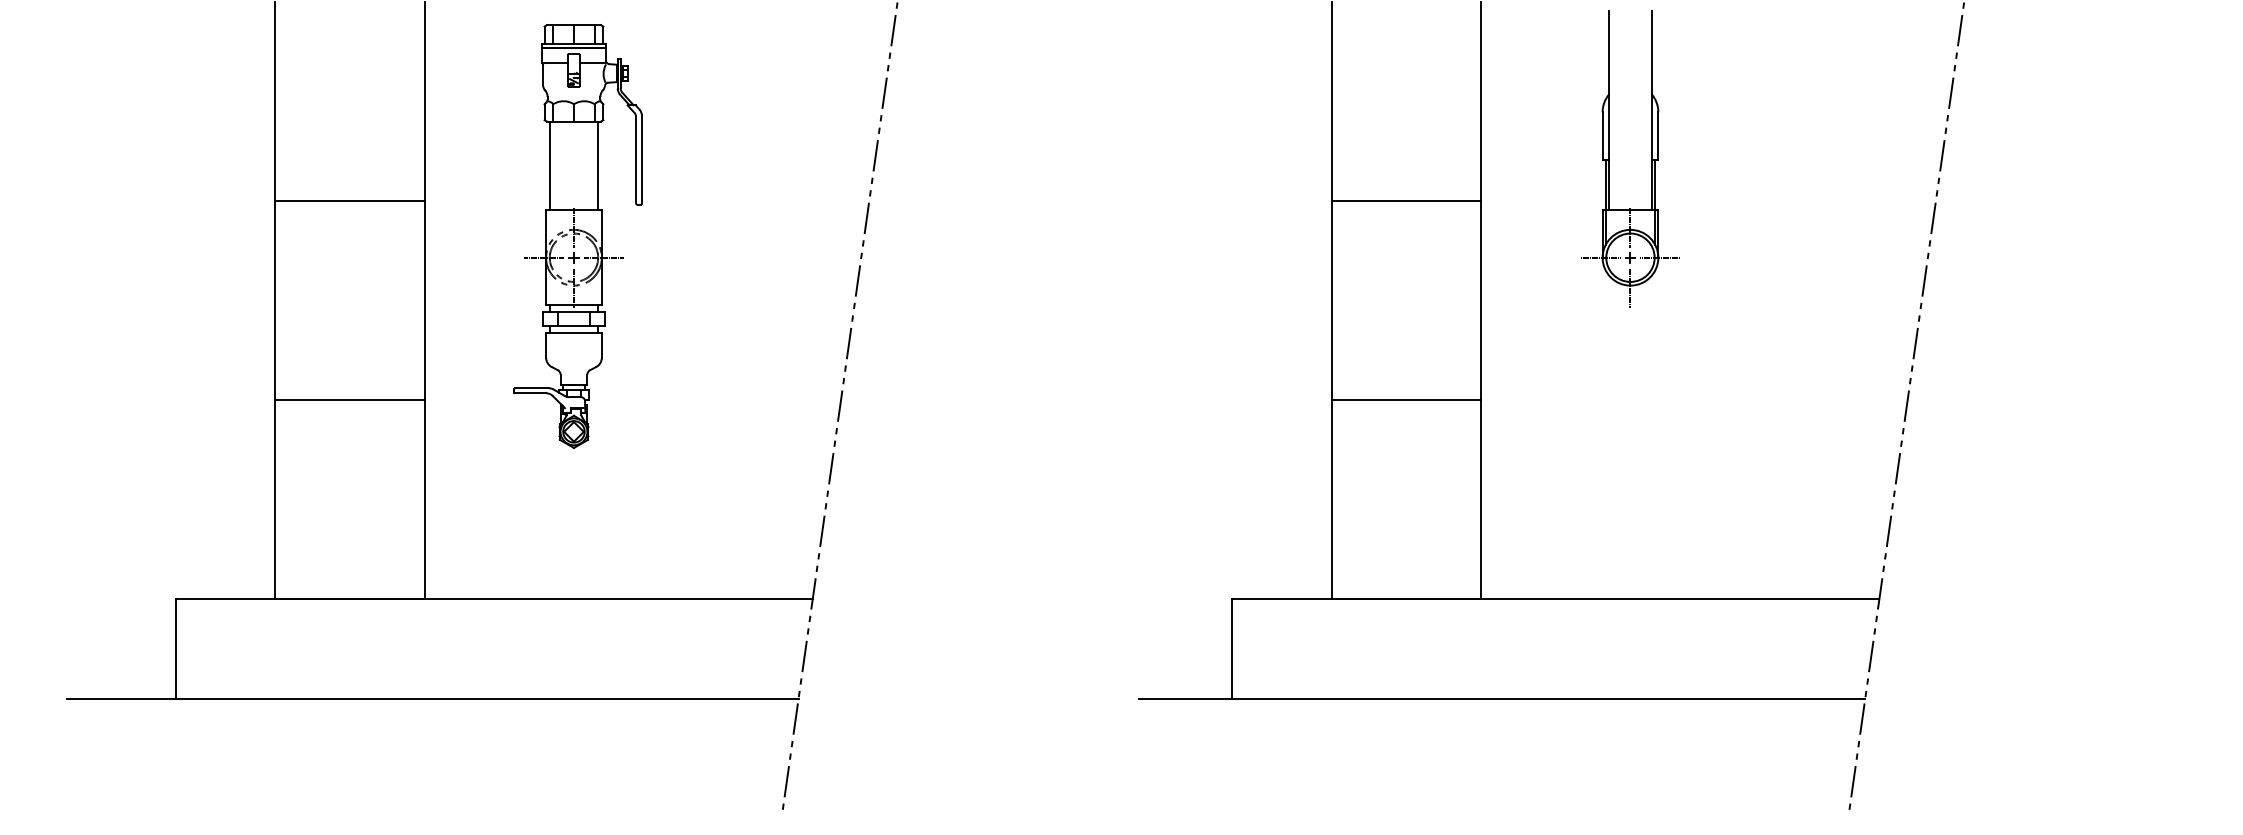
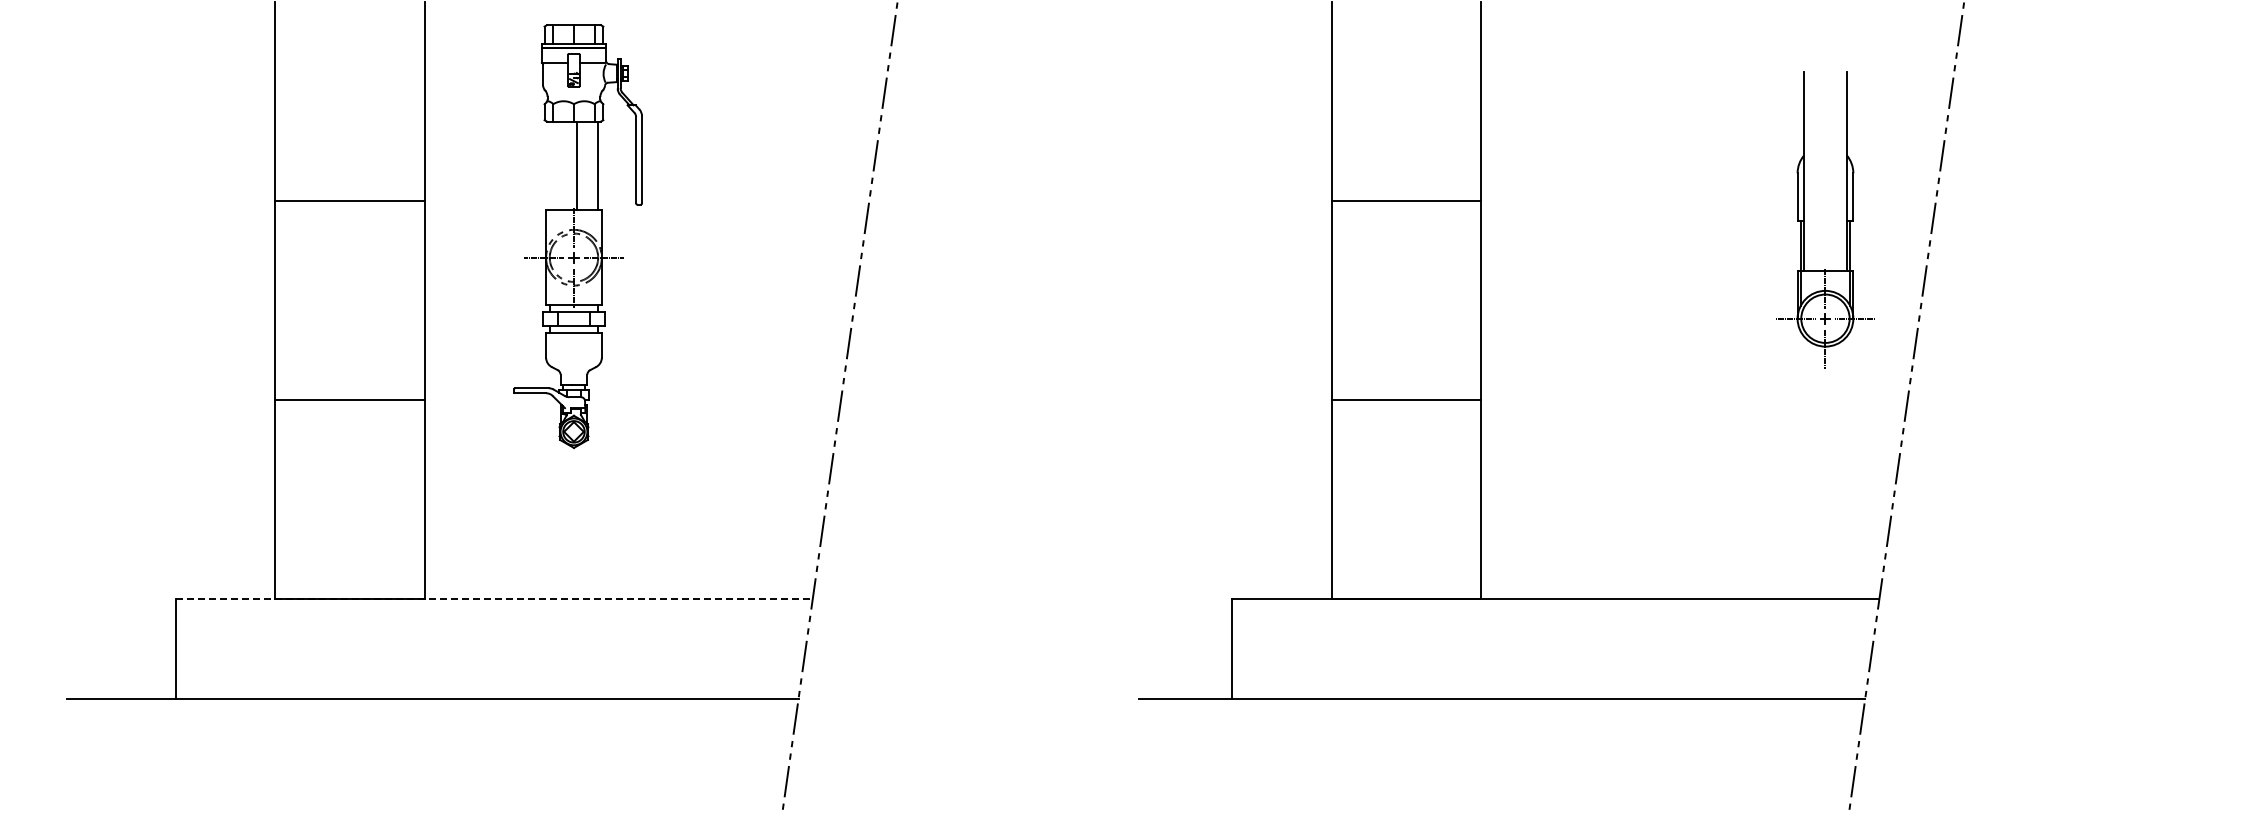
part at (1609, 158) position: (1609, 158) -> (1804, 219)
line at (549, 165) position: (549, 165) -> (576, 165)
line at (494, 599): solid -> dashed
